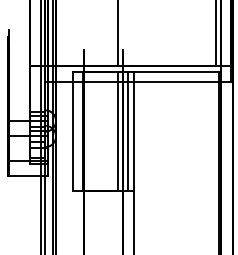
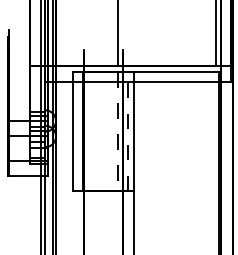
line at (127, 131): solid -> dashed
line at (118, 132): solid -> dashed
